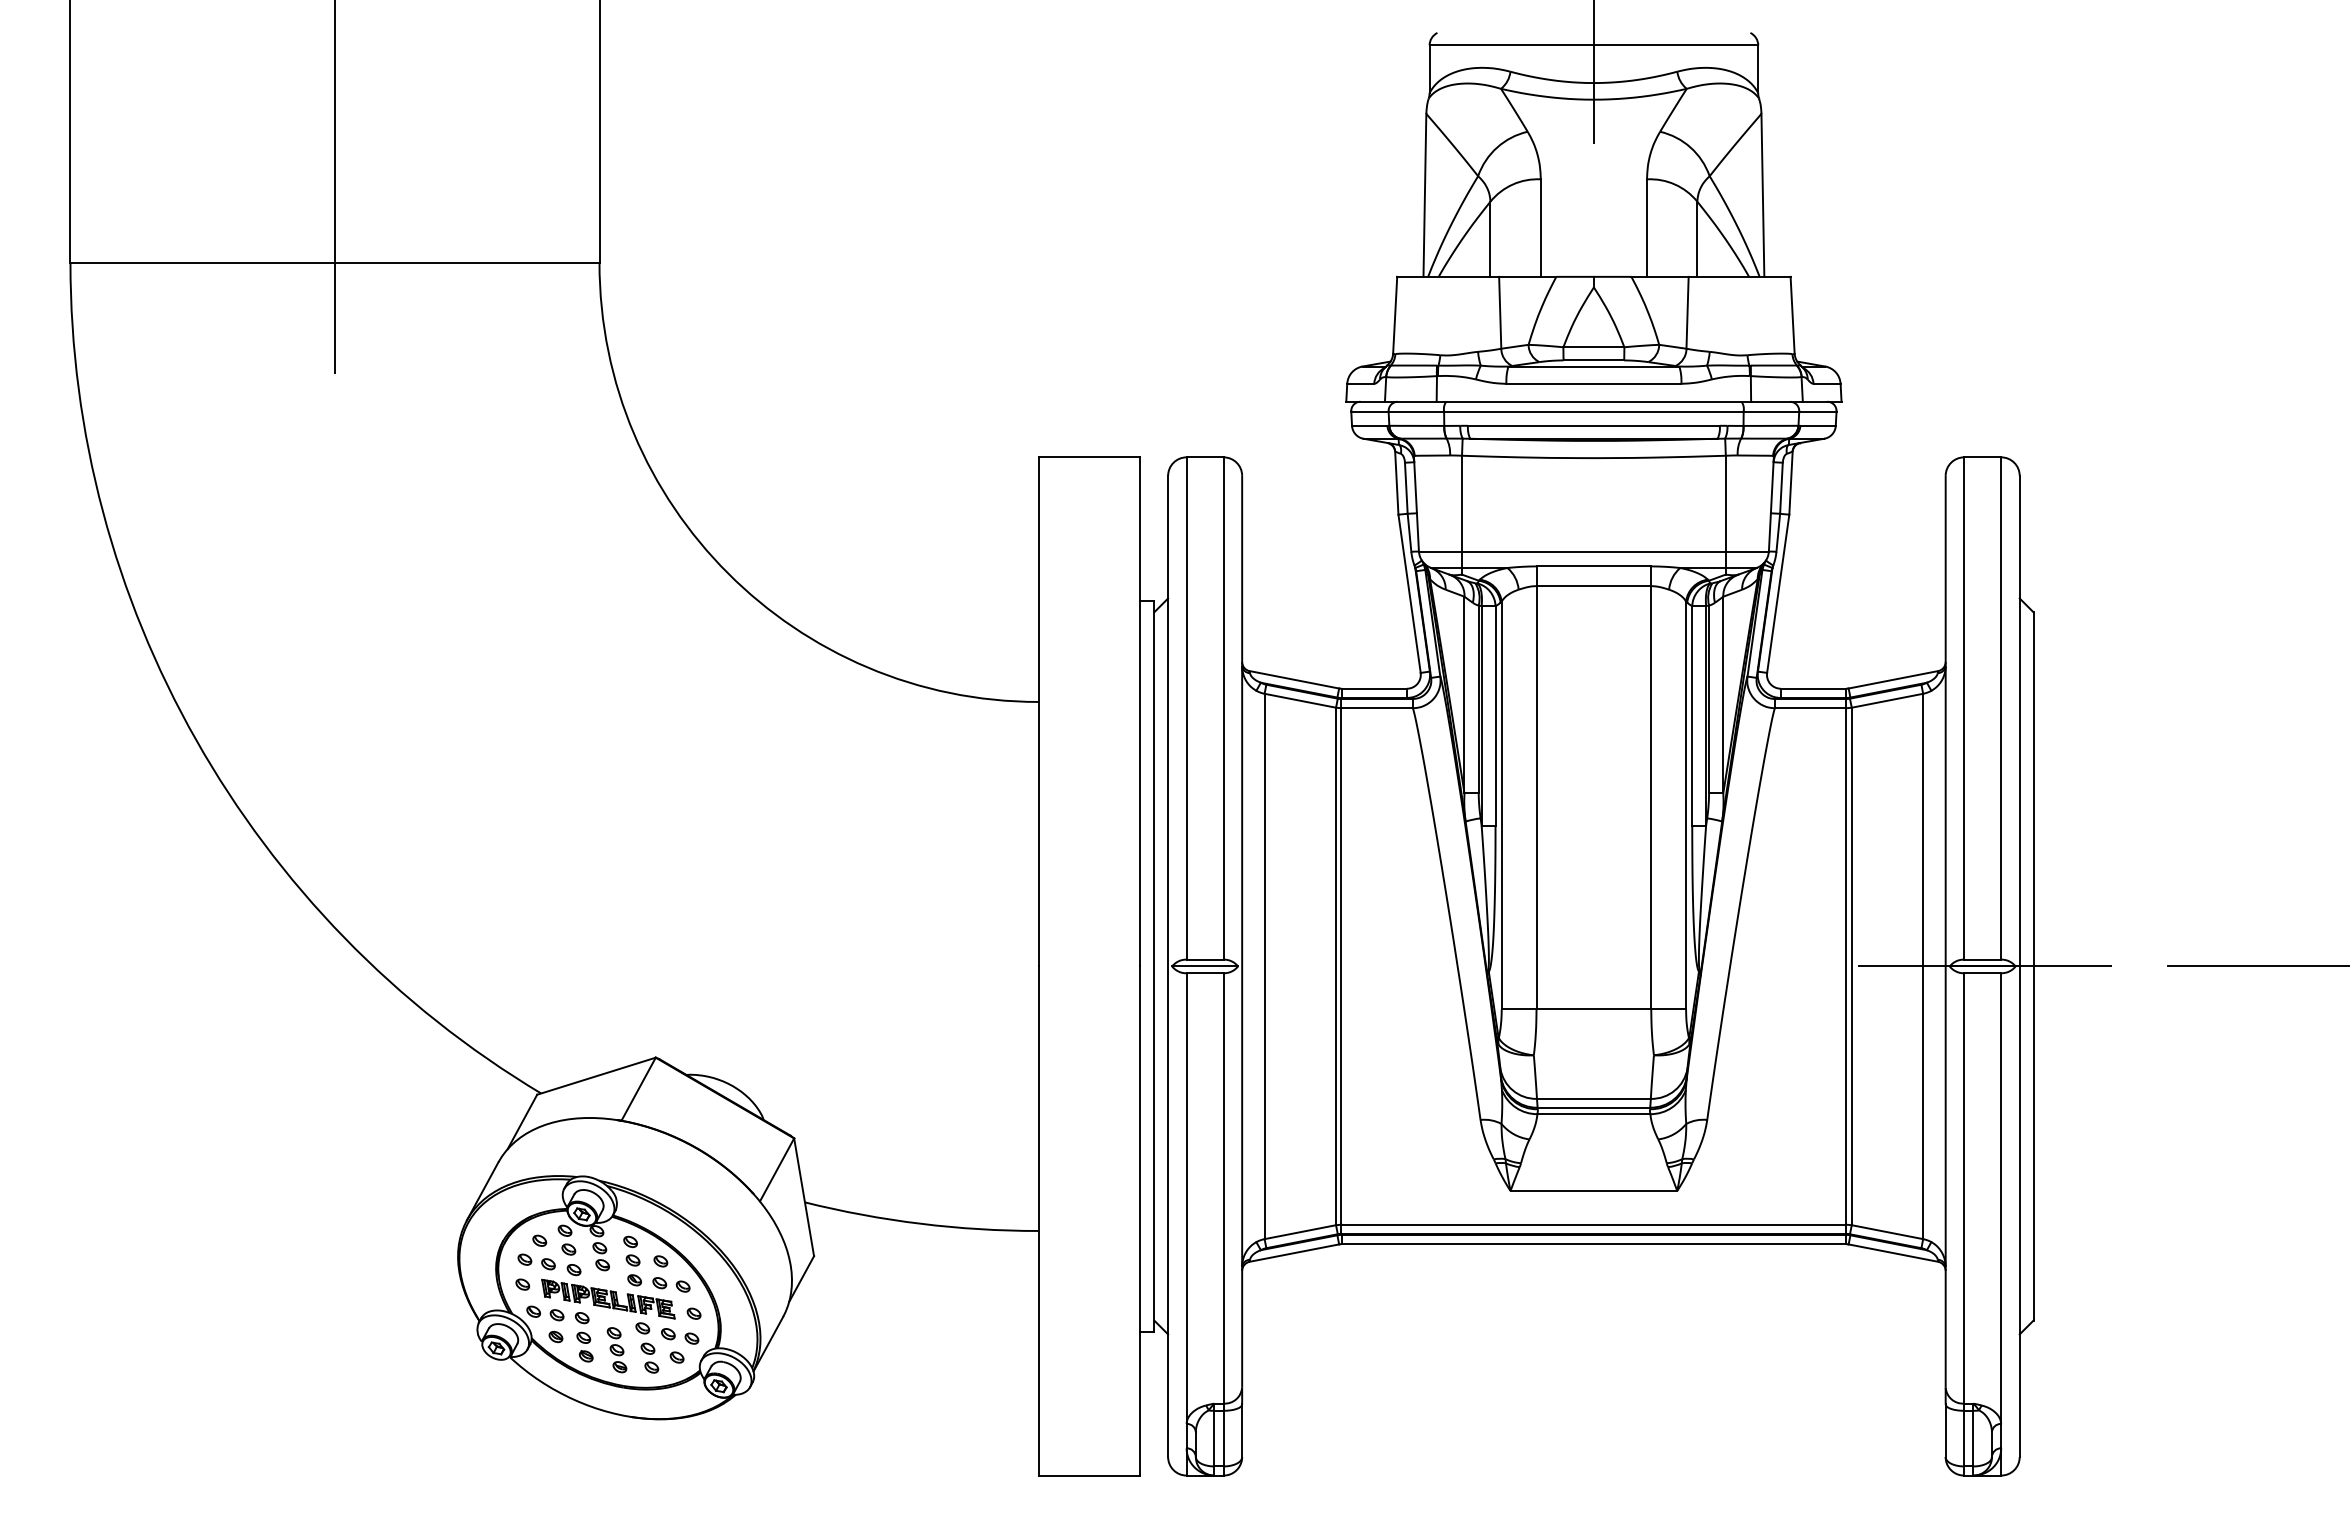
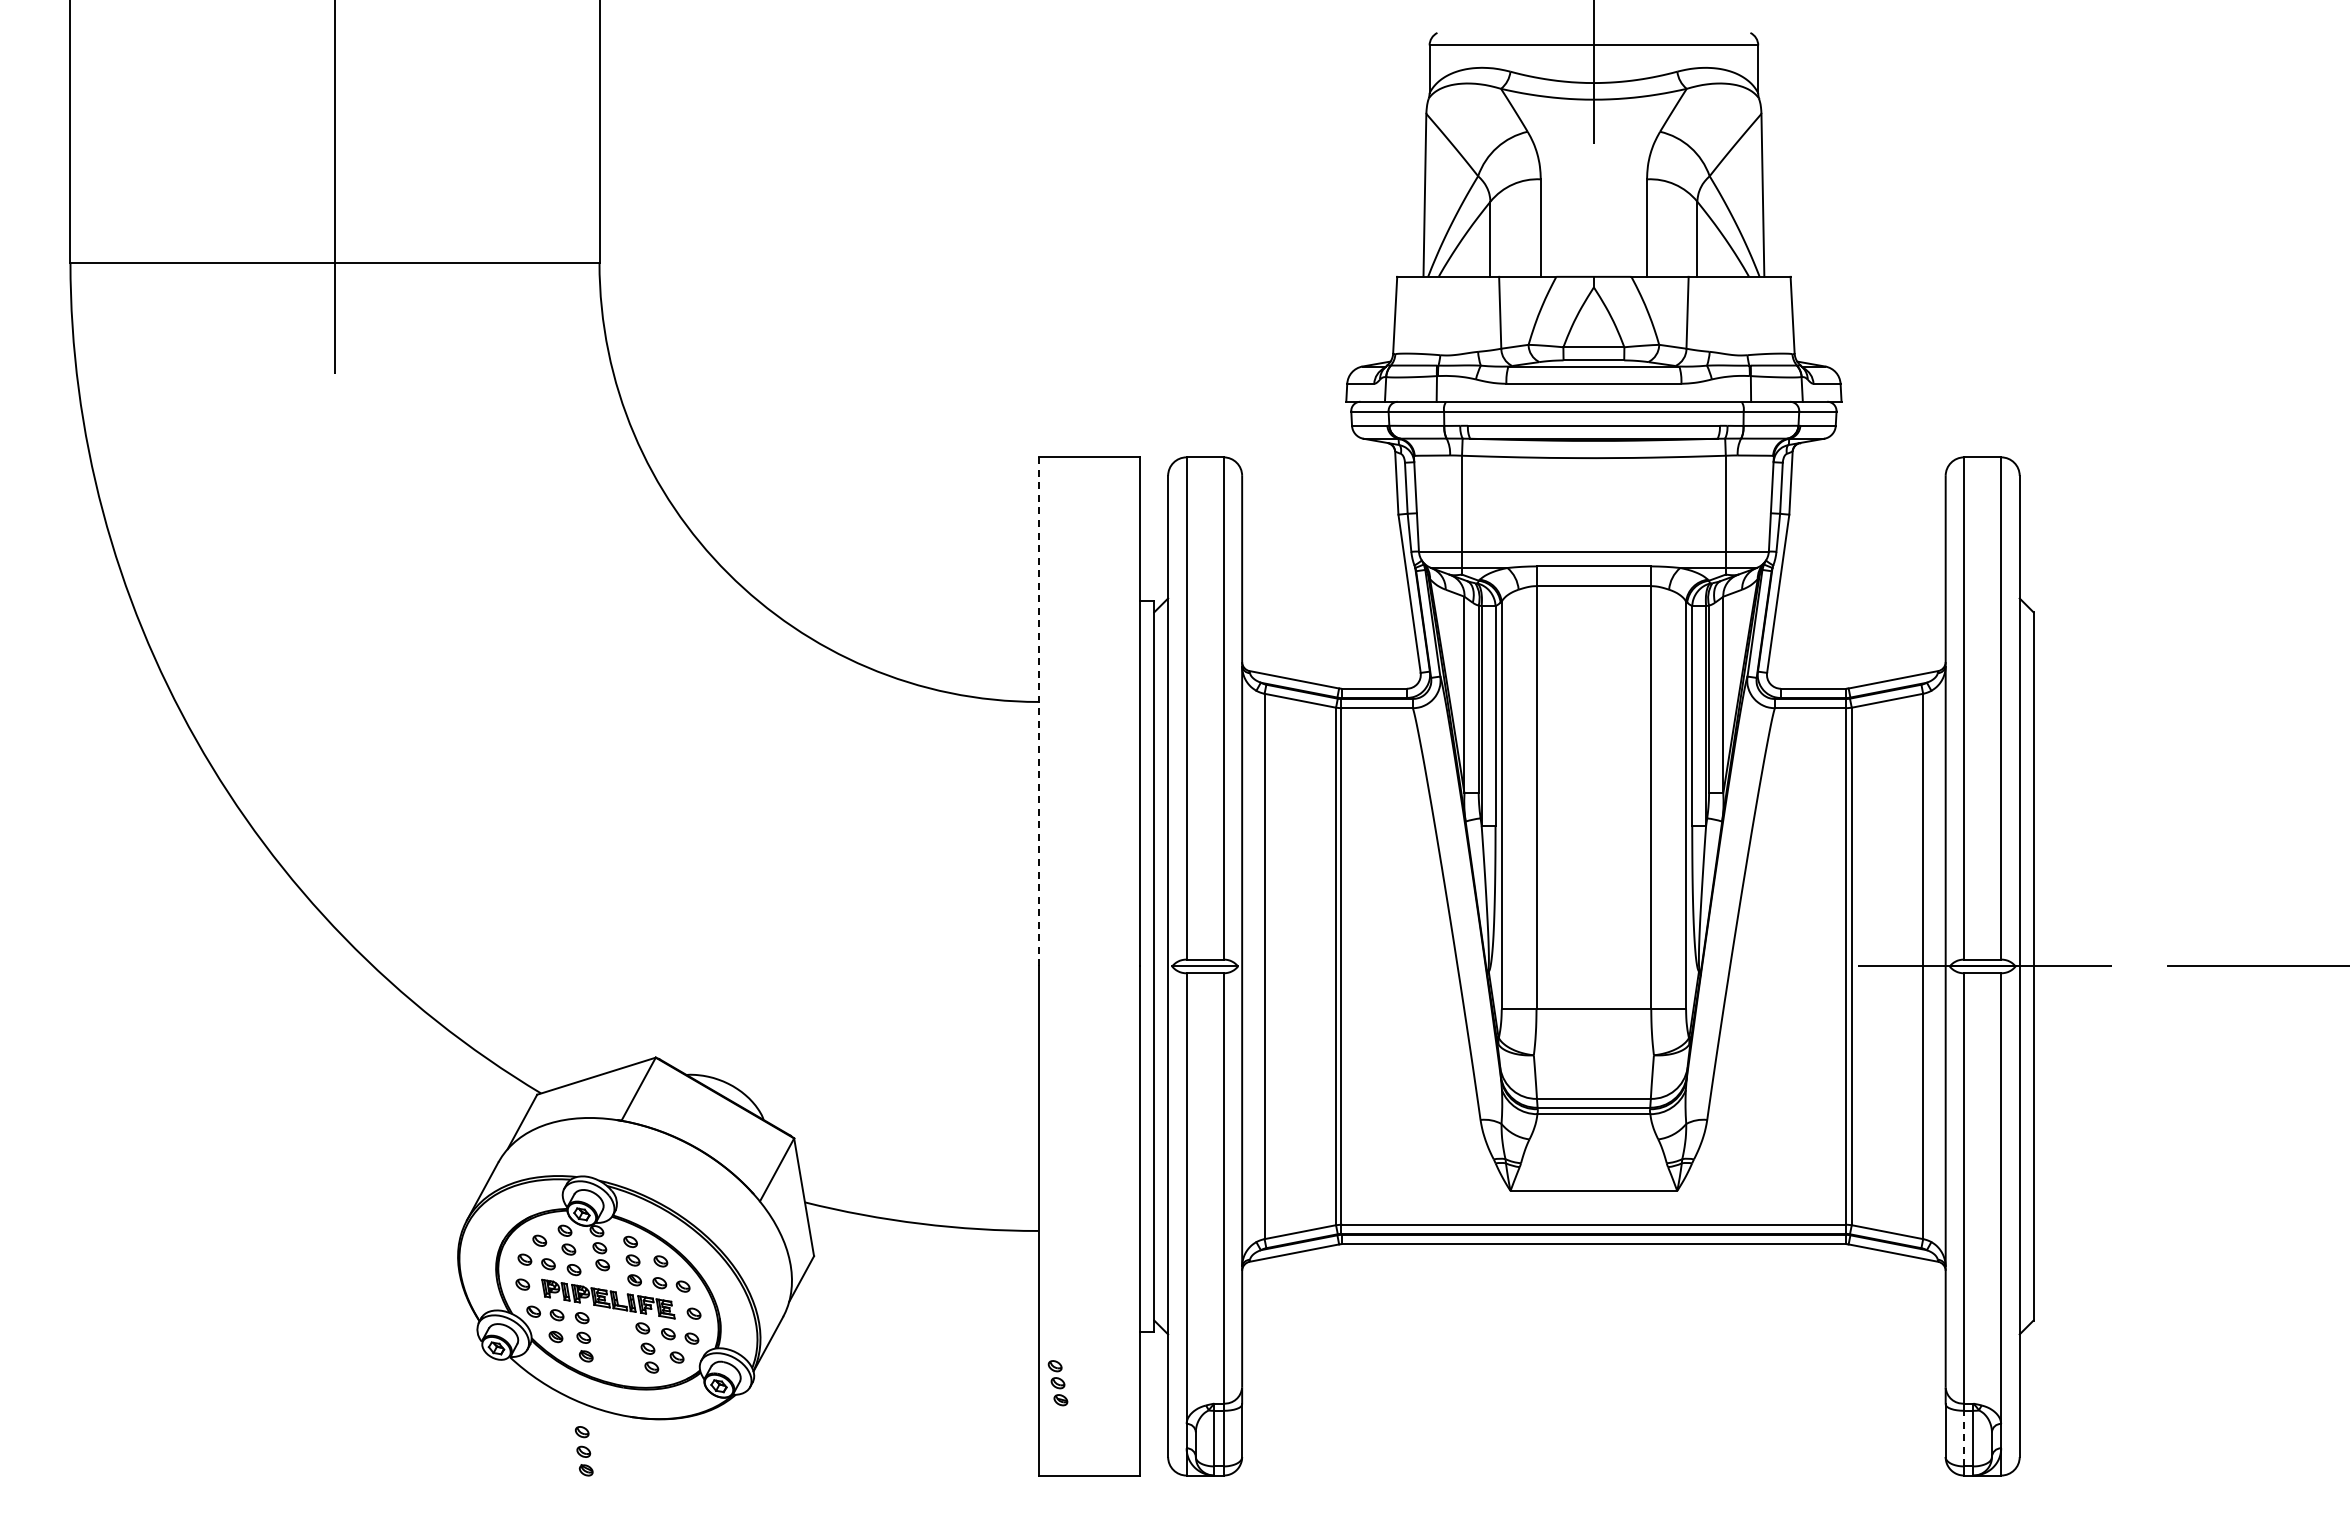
line at (1038, 711): solid -> dashed
part at (616, 1350) position: (616, 1350) -> (1057, 1383)
line at (1964, 1438): solid -> dashed
part at (583, 1451): none -> present
